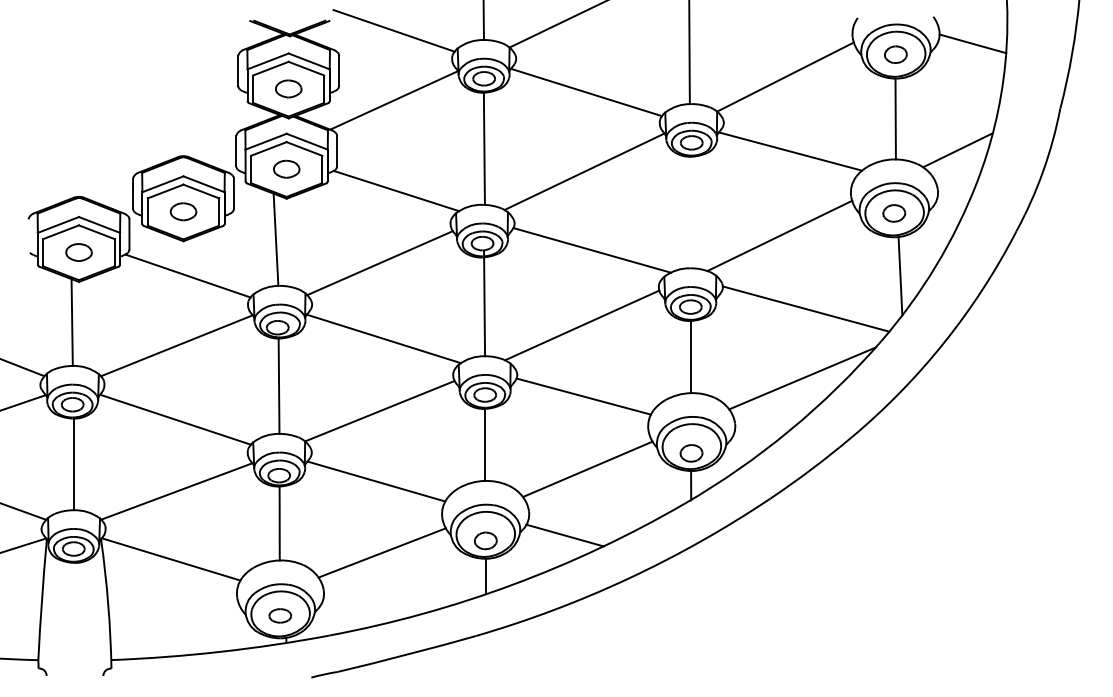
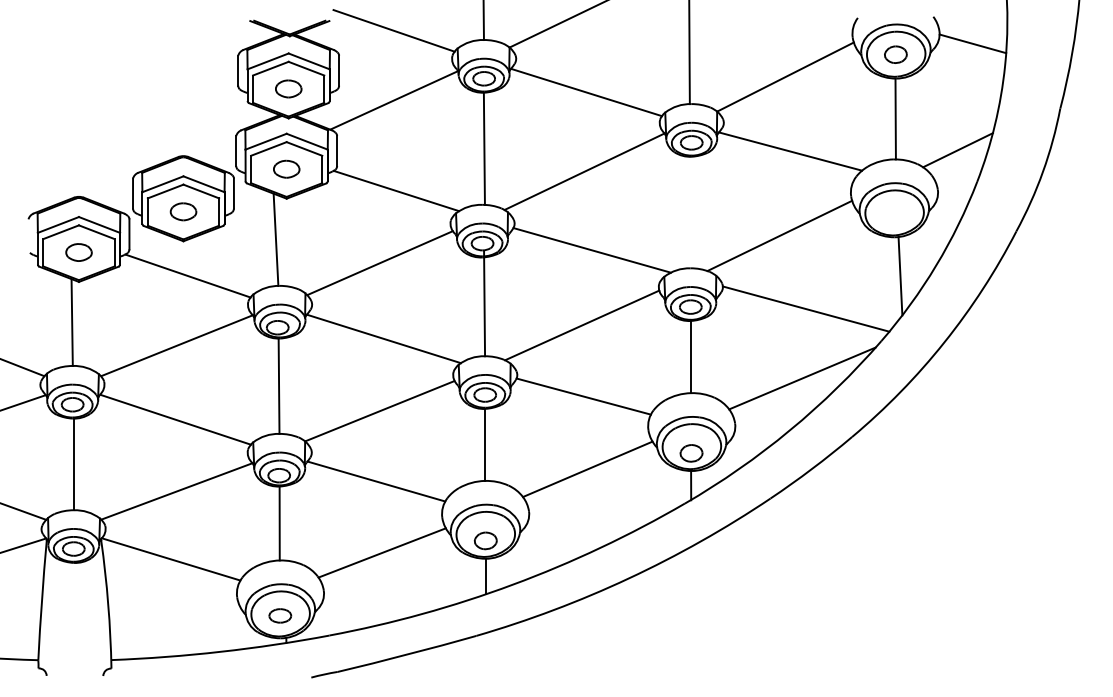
part at (894, 213): present -> none
line at (564, 535): present -> none
